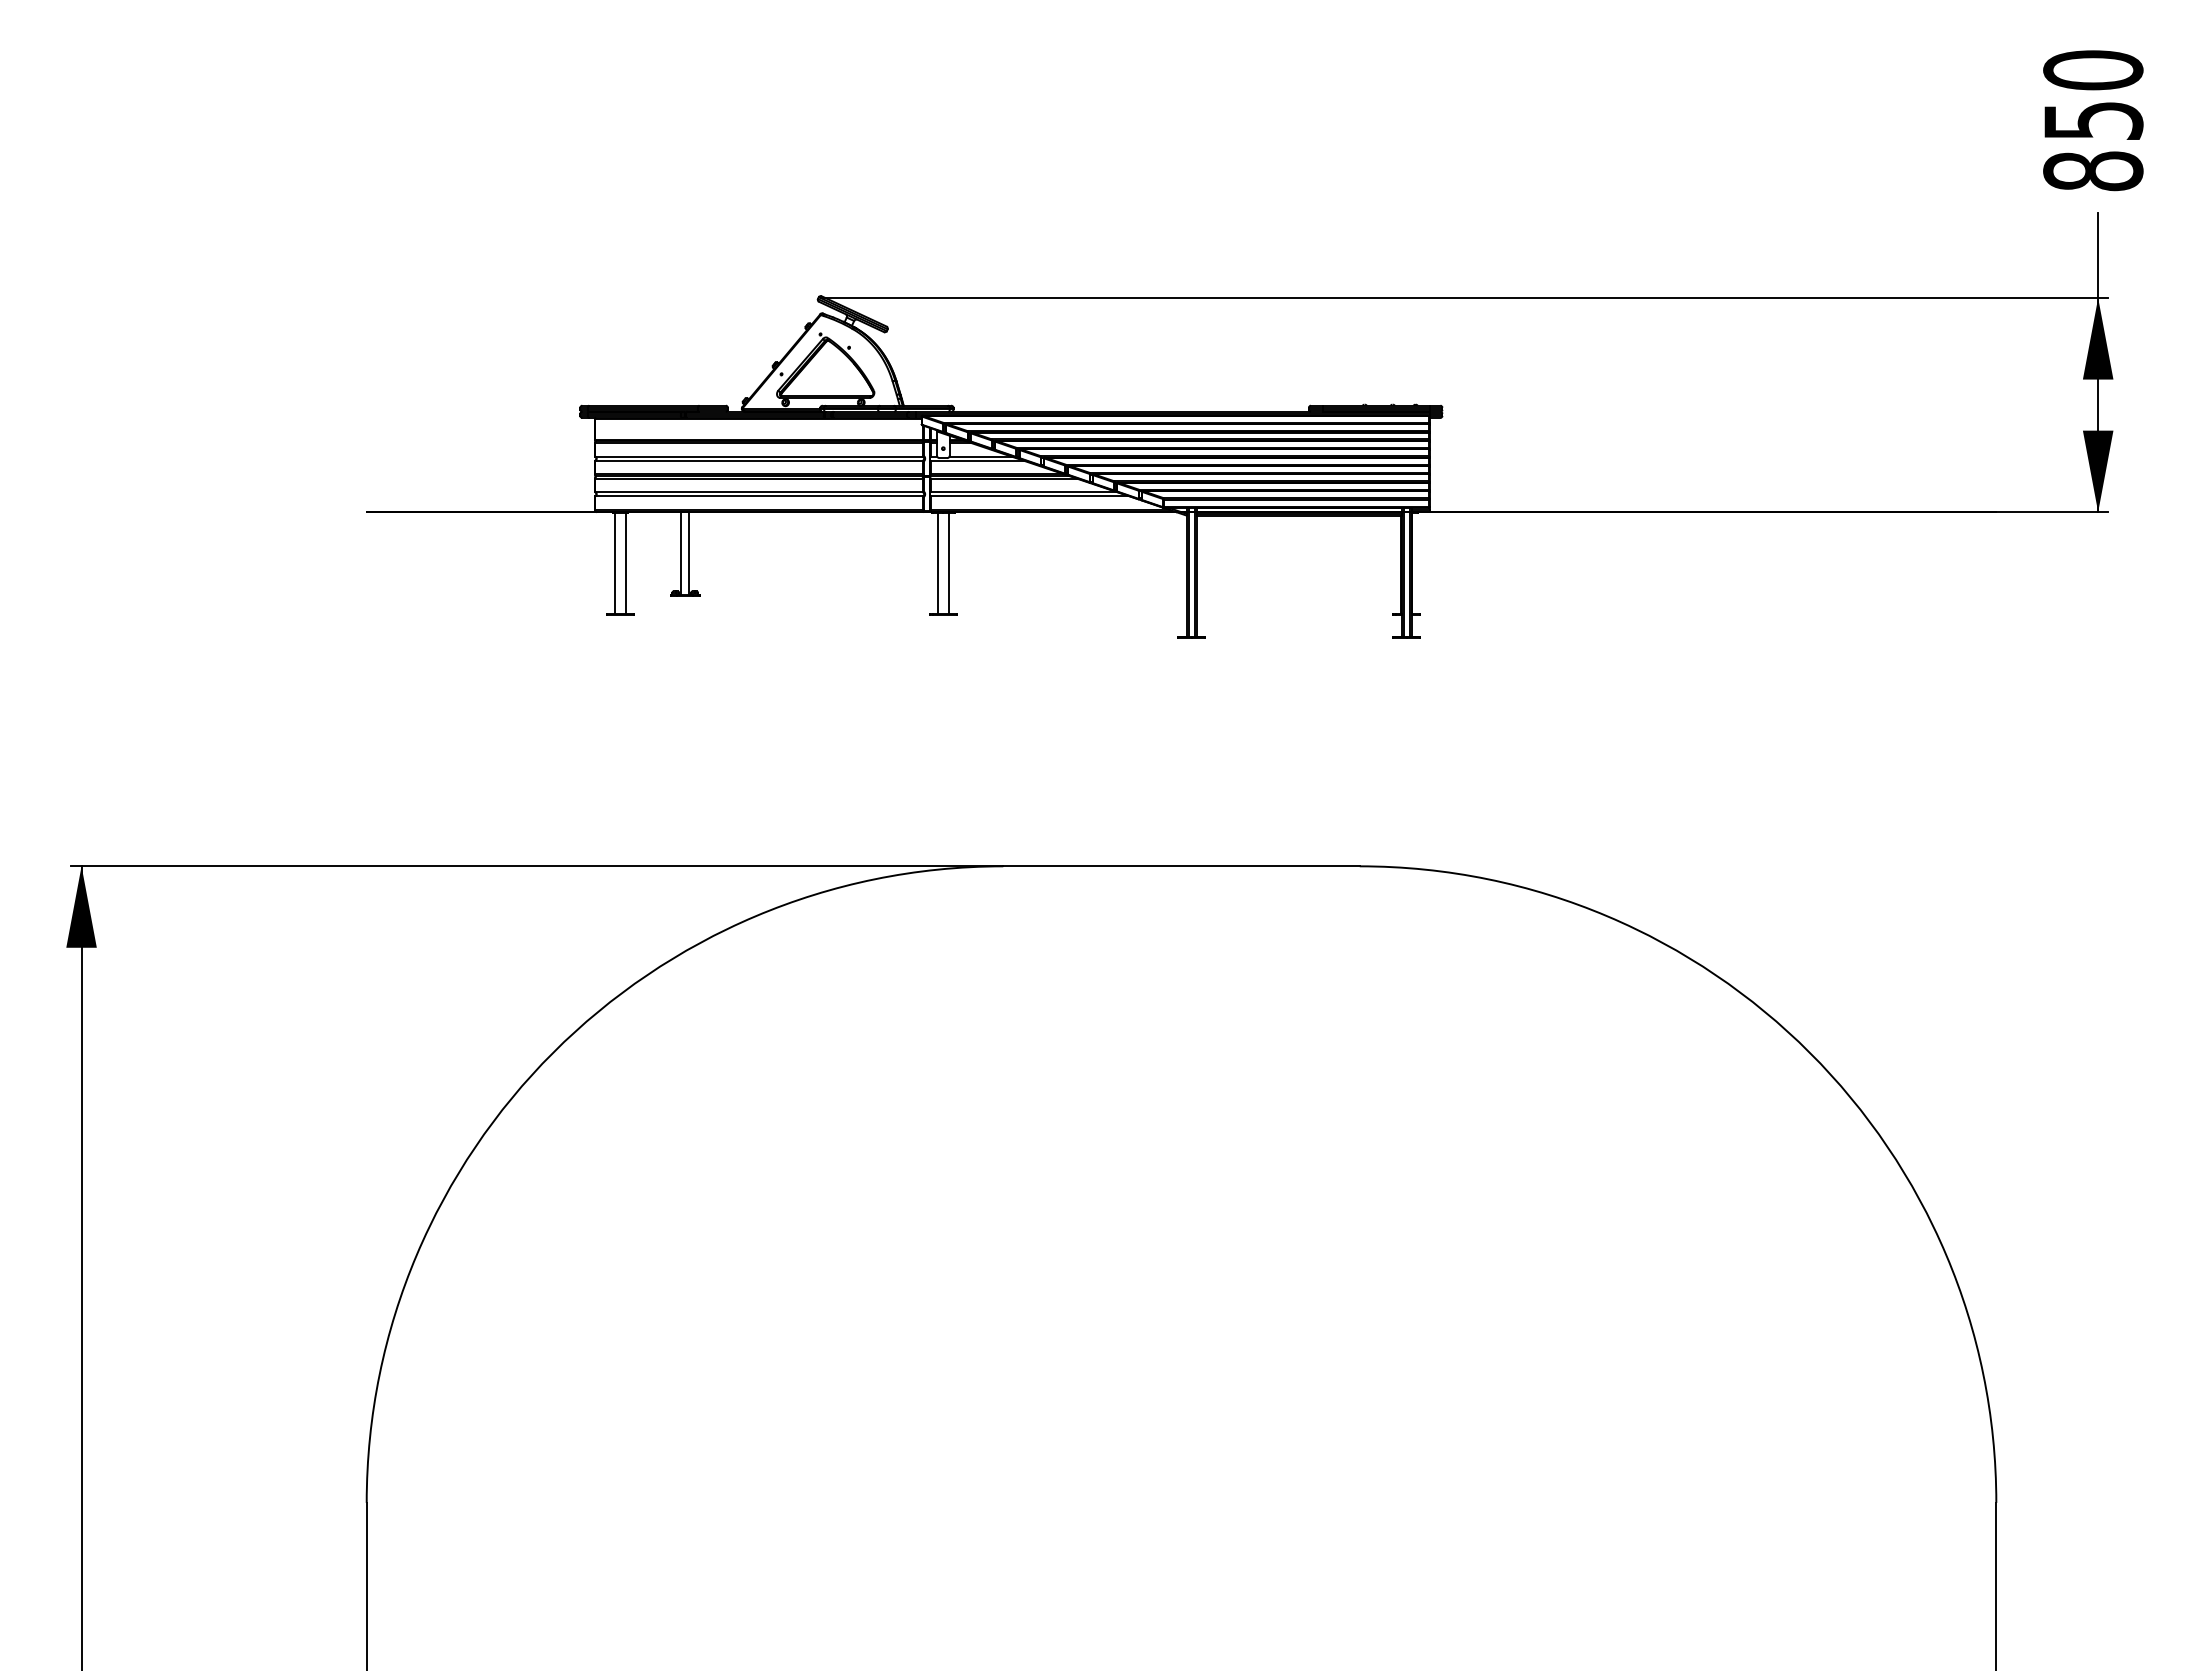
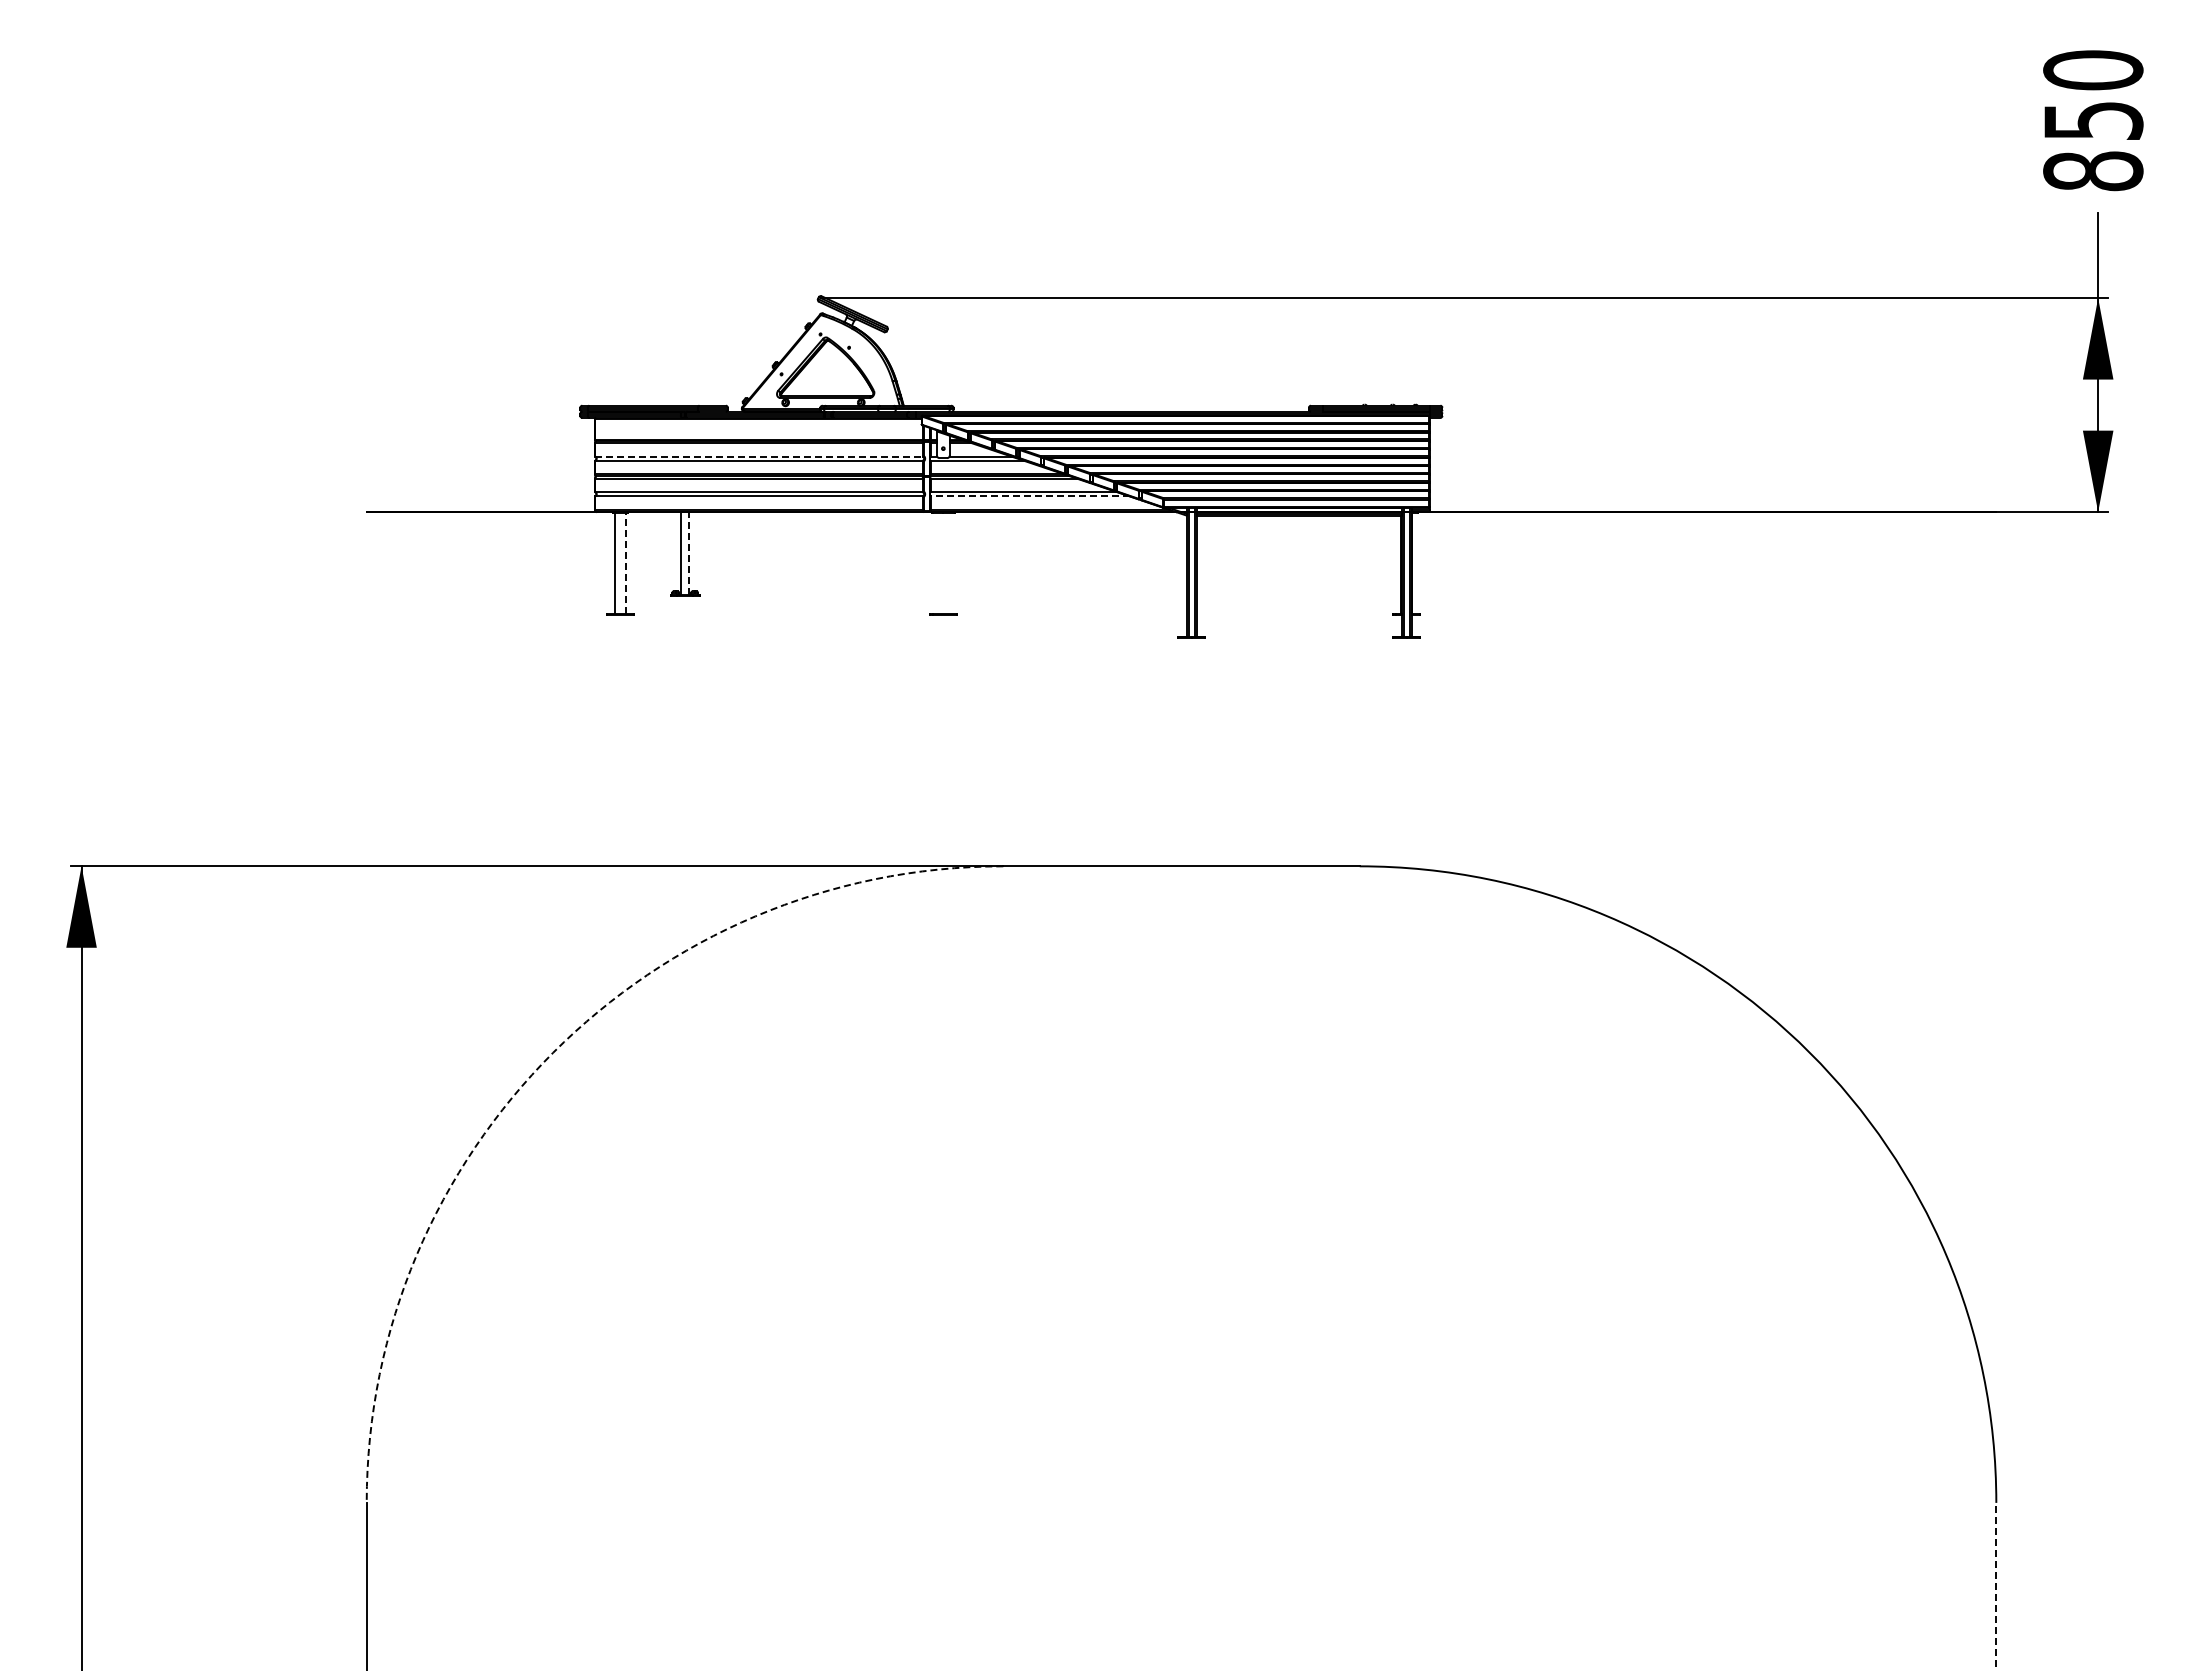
line at (758, 456): solid -> dashed
line at (1029, 496): solid -> dashed
line at (689, 553): solid -> dashed
line at (625, 563): solid -> dashed
line at (938, 563): present -> none
line at (948, 563): present -> none
arc at (553, 1052): solid -> dashed
line at (1996, 1586): solid -> dashed
